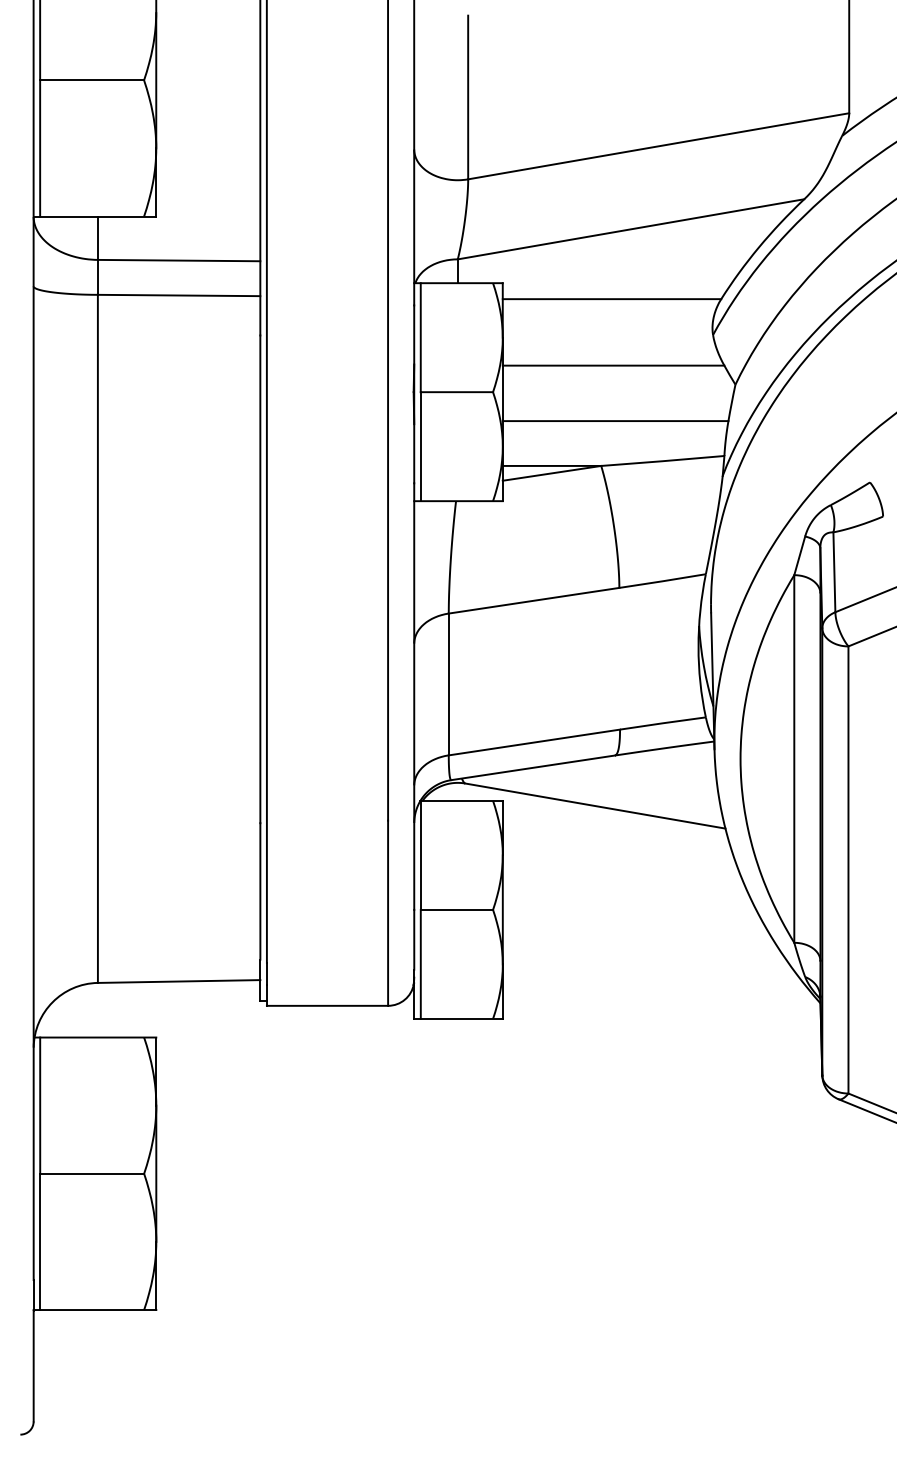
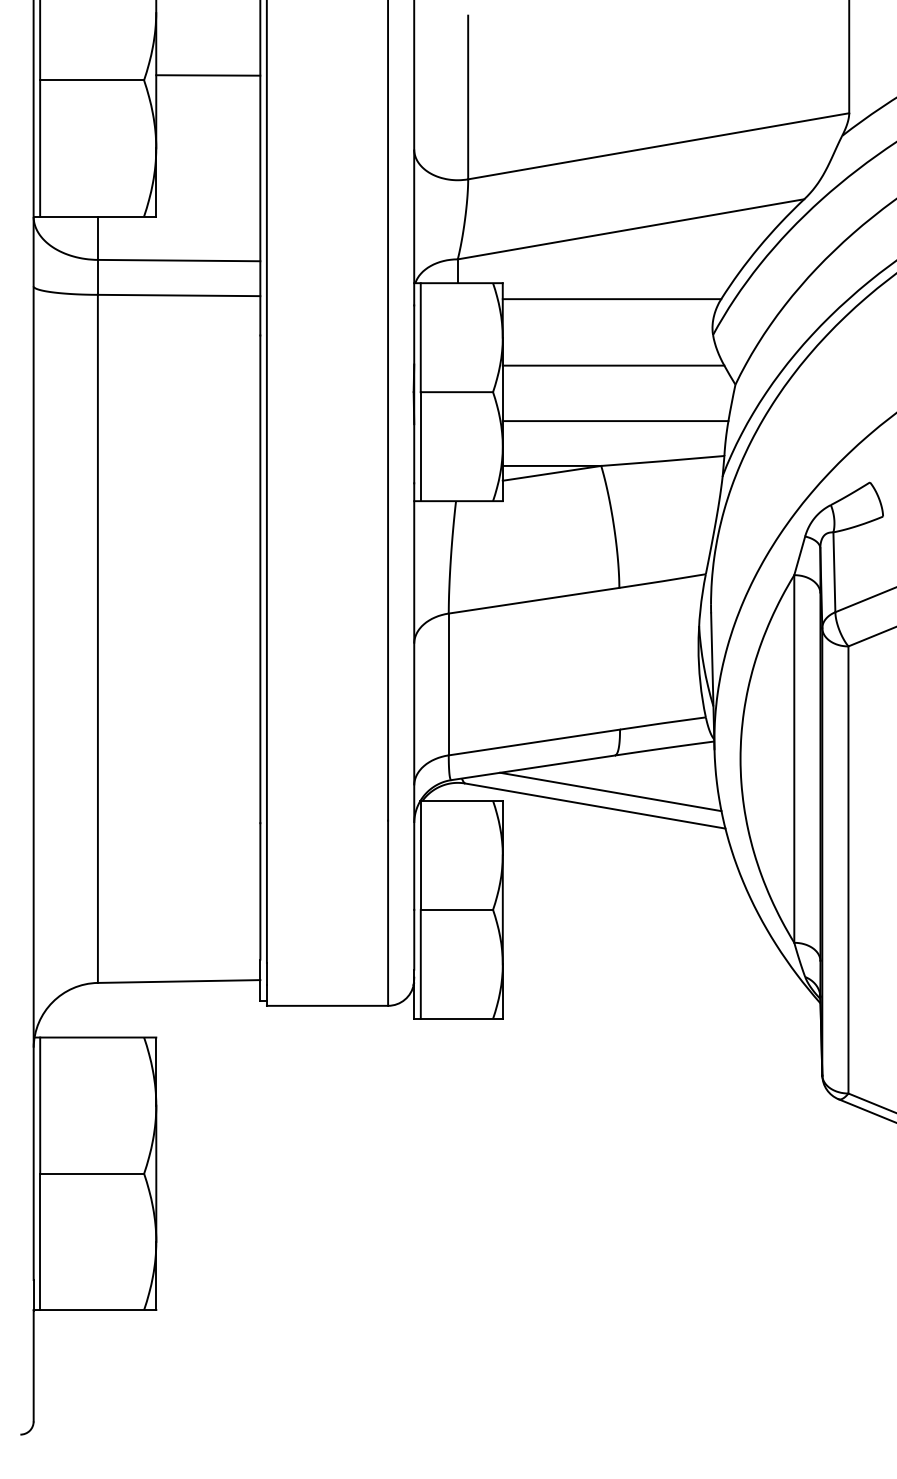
line at (208, 75): none -> present
line at (610, 791): none -> present
